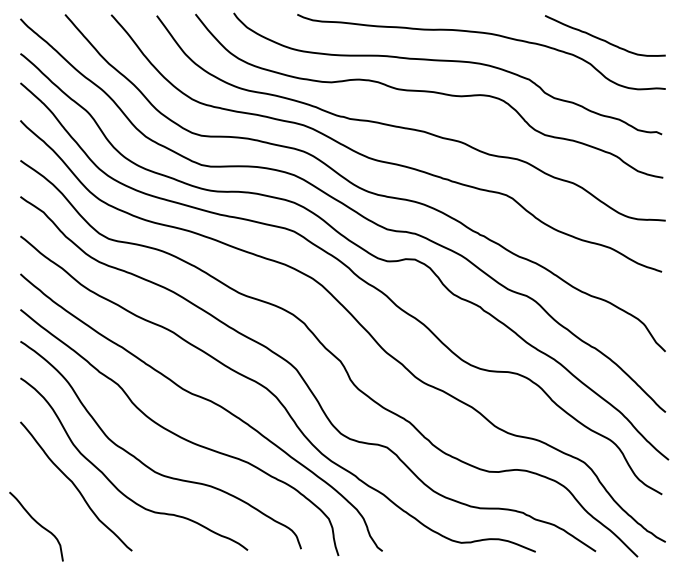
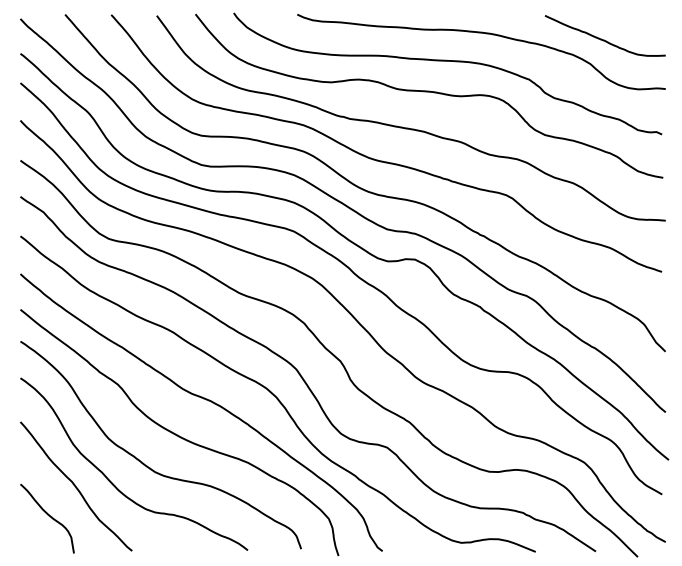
curve at (37, 524) position: (37, 524) -> (48, 516)
